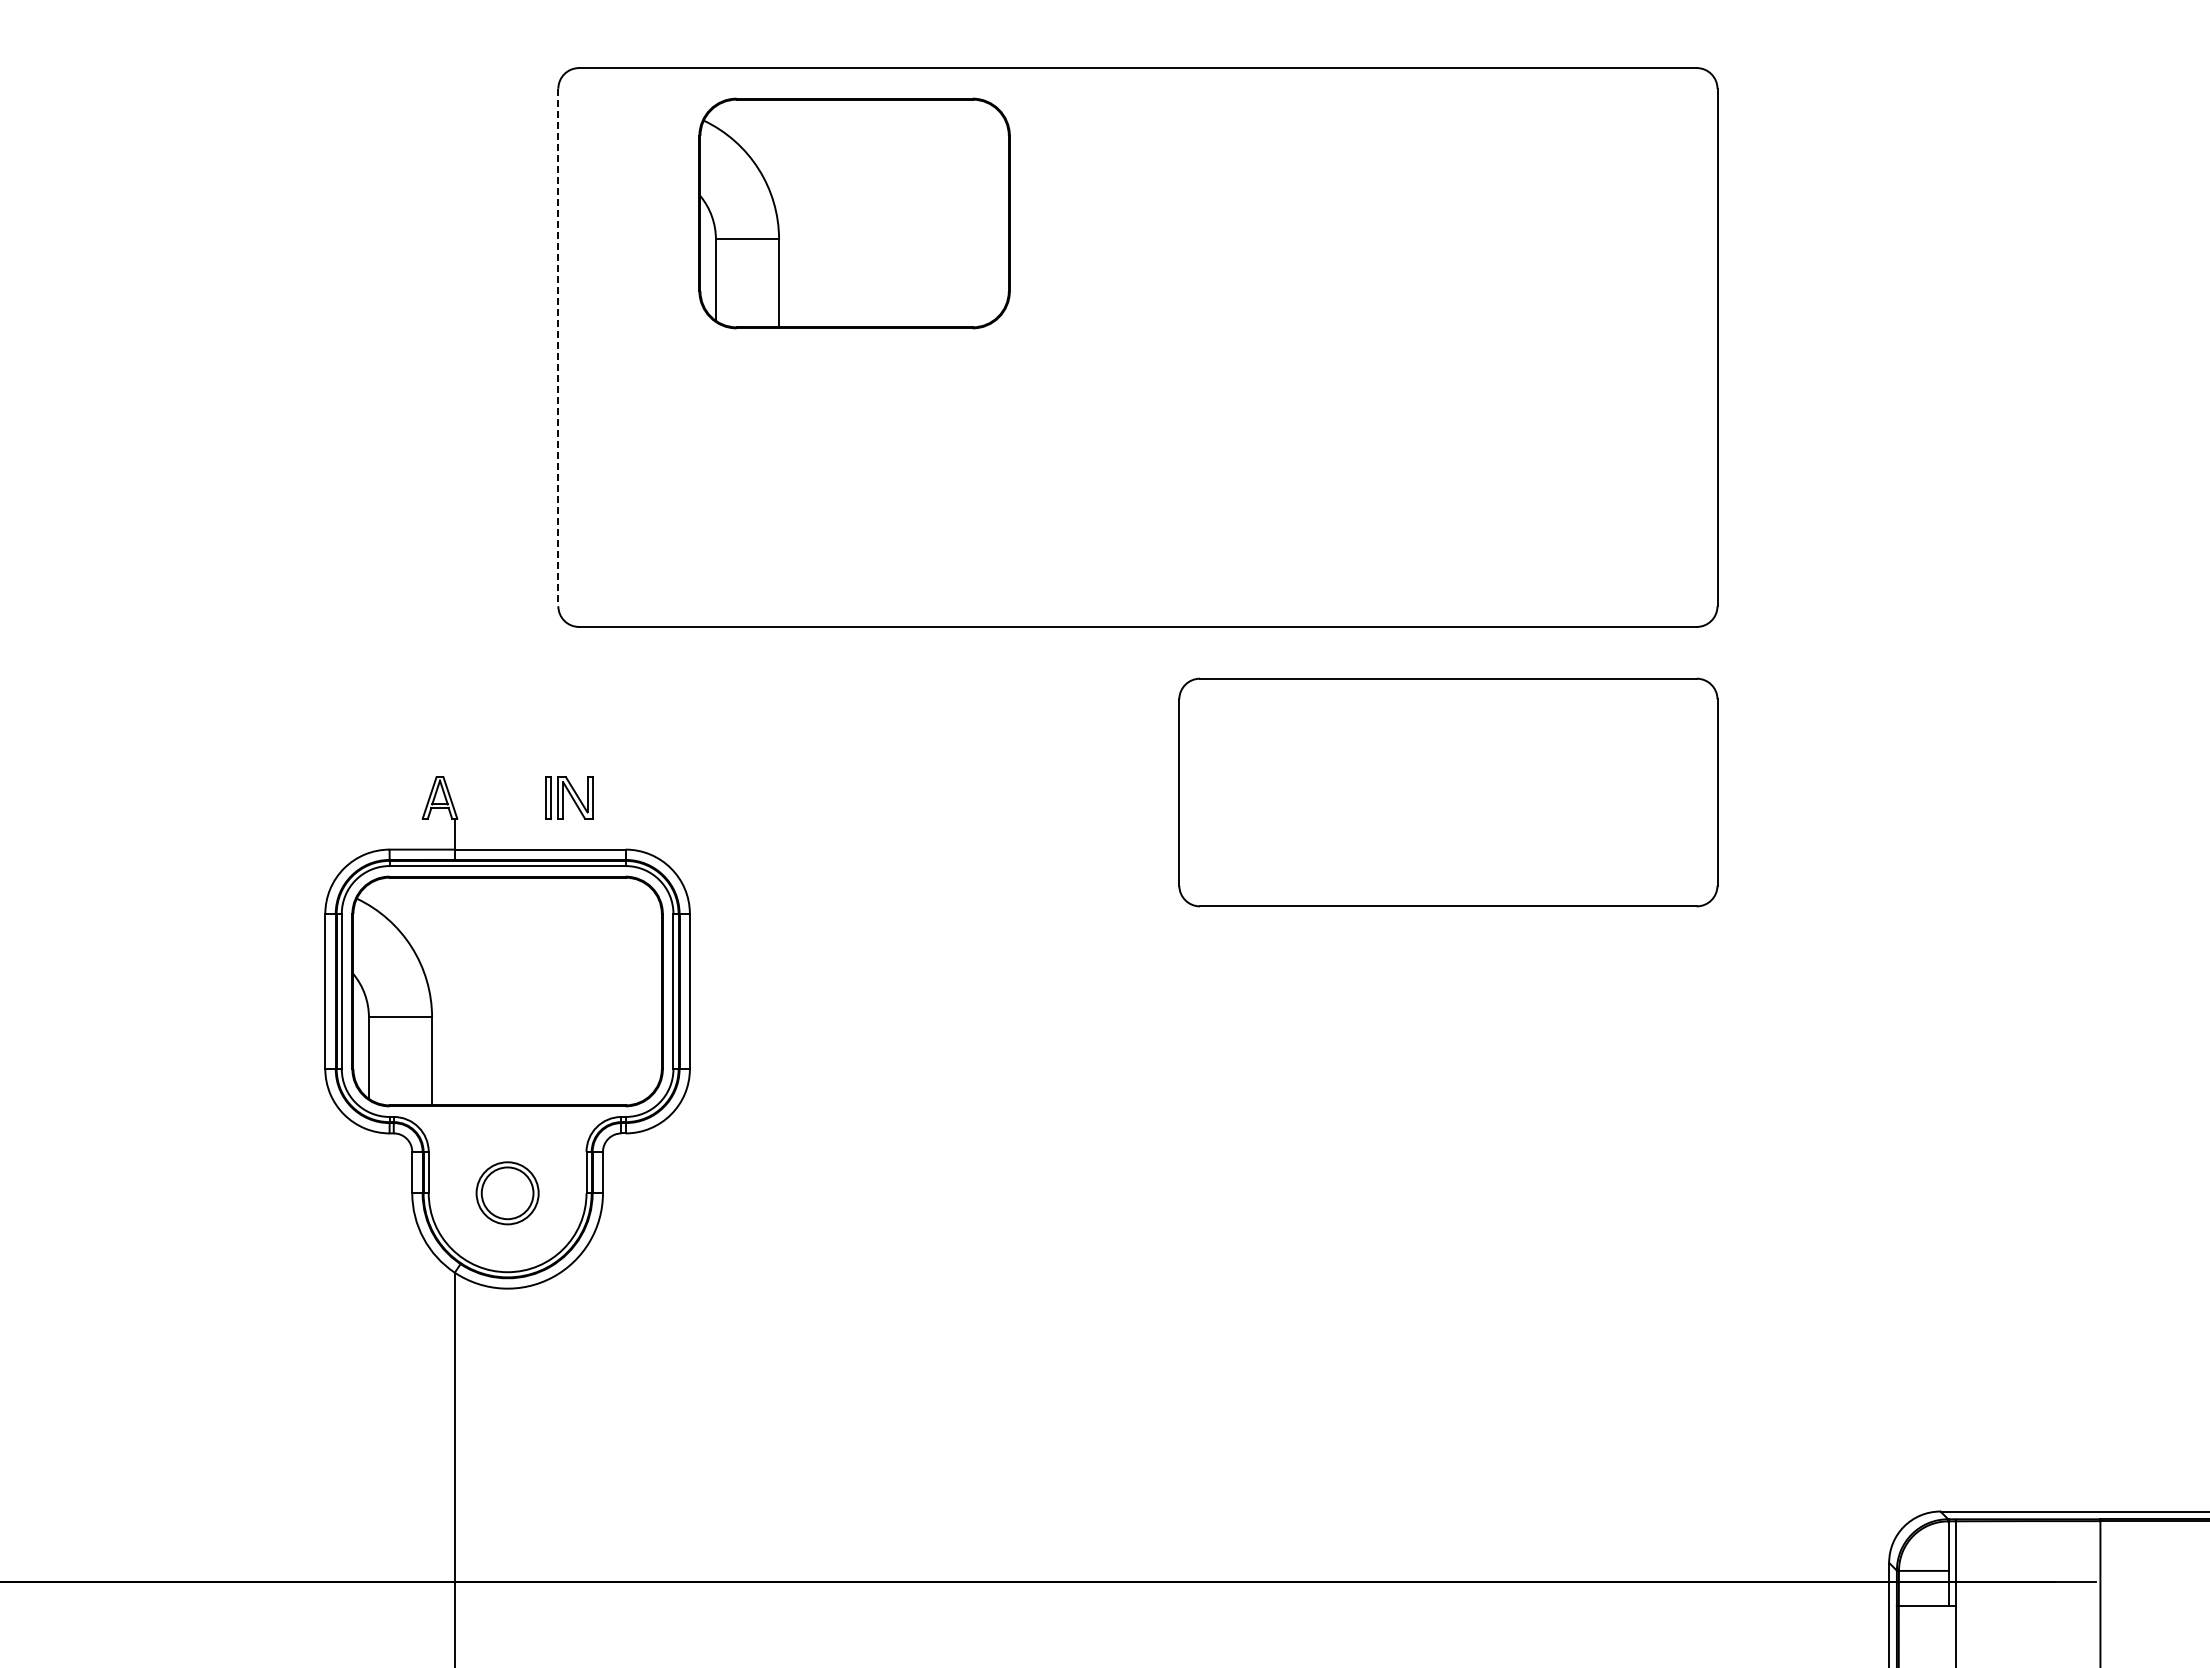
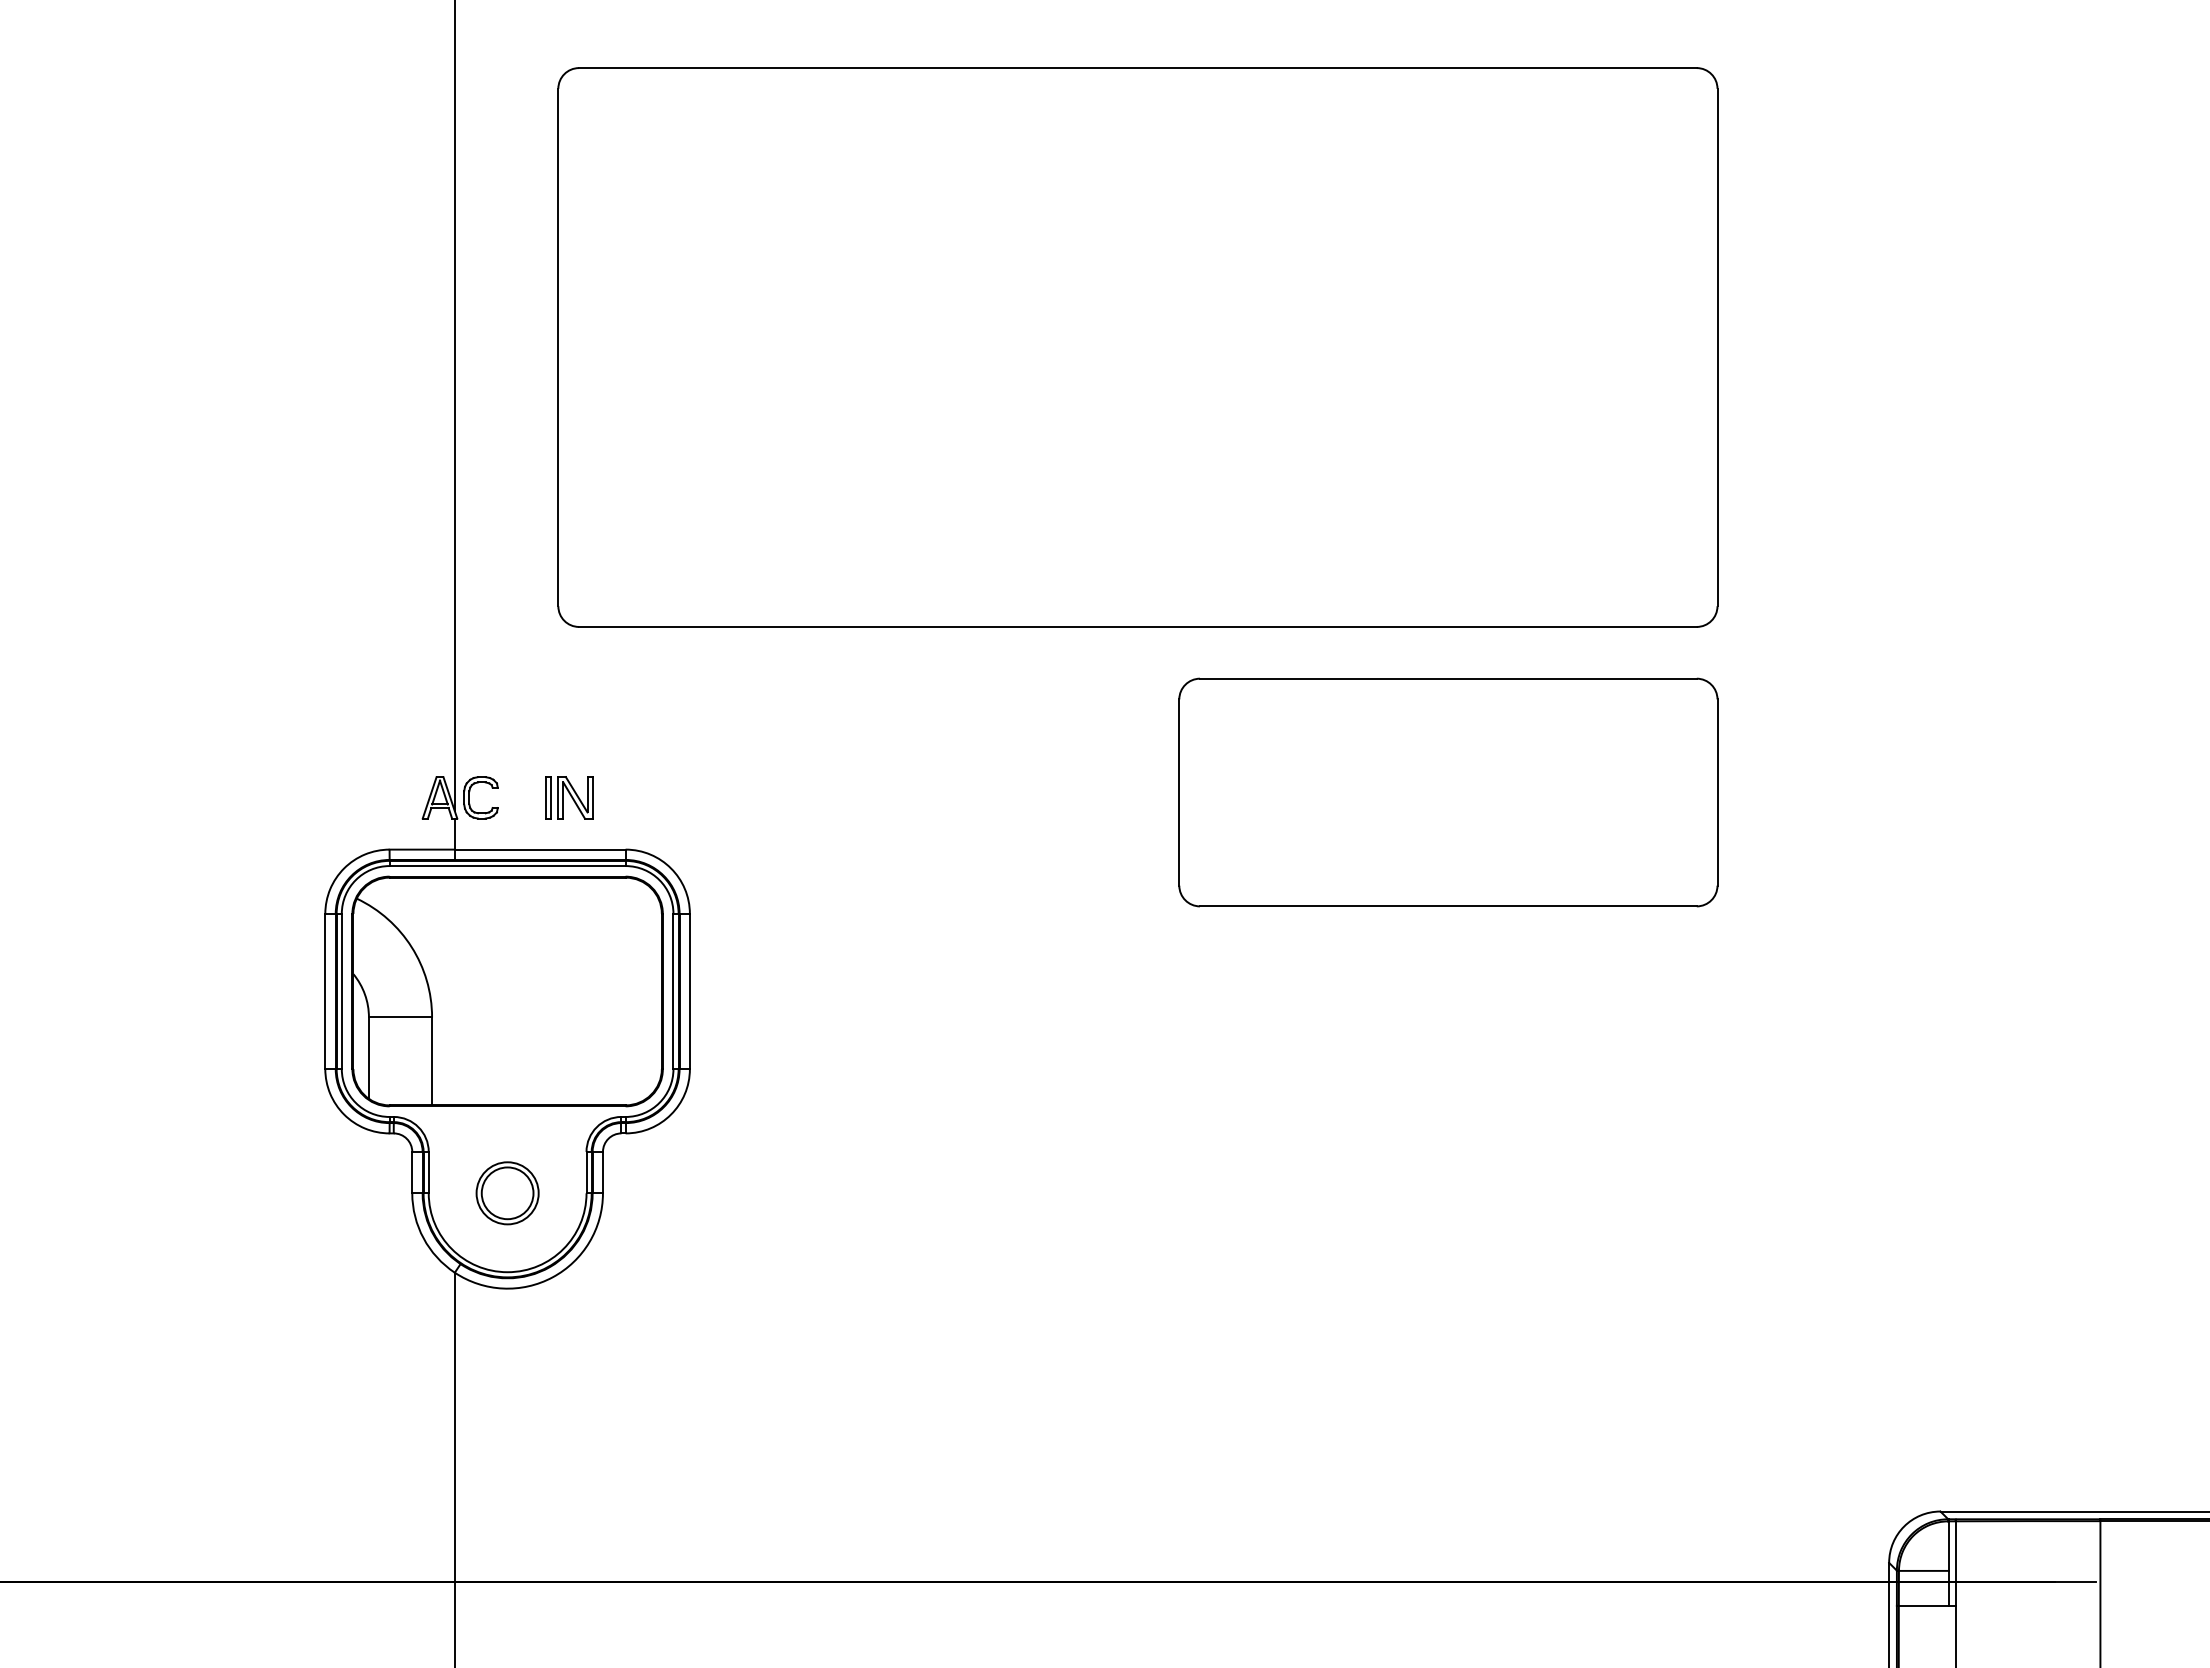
part at (854, 213): present -> none
line at (558, 347): dashed -> solid
line at (454, 406): none -> present
part at (469, 797): none -> present
